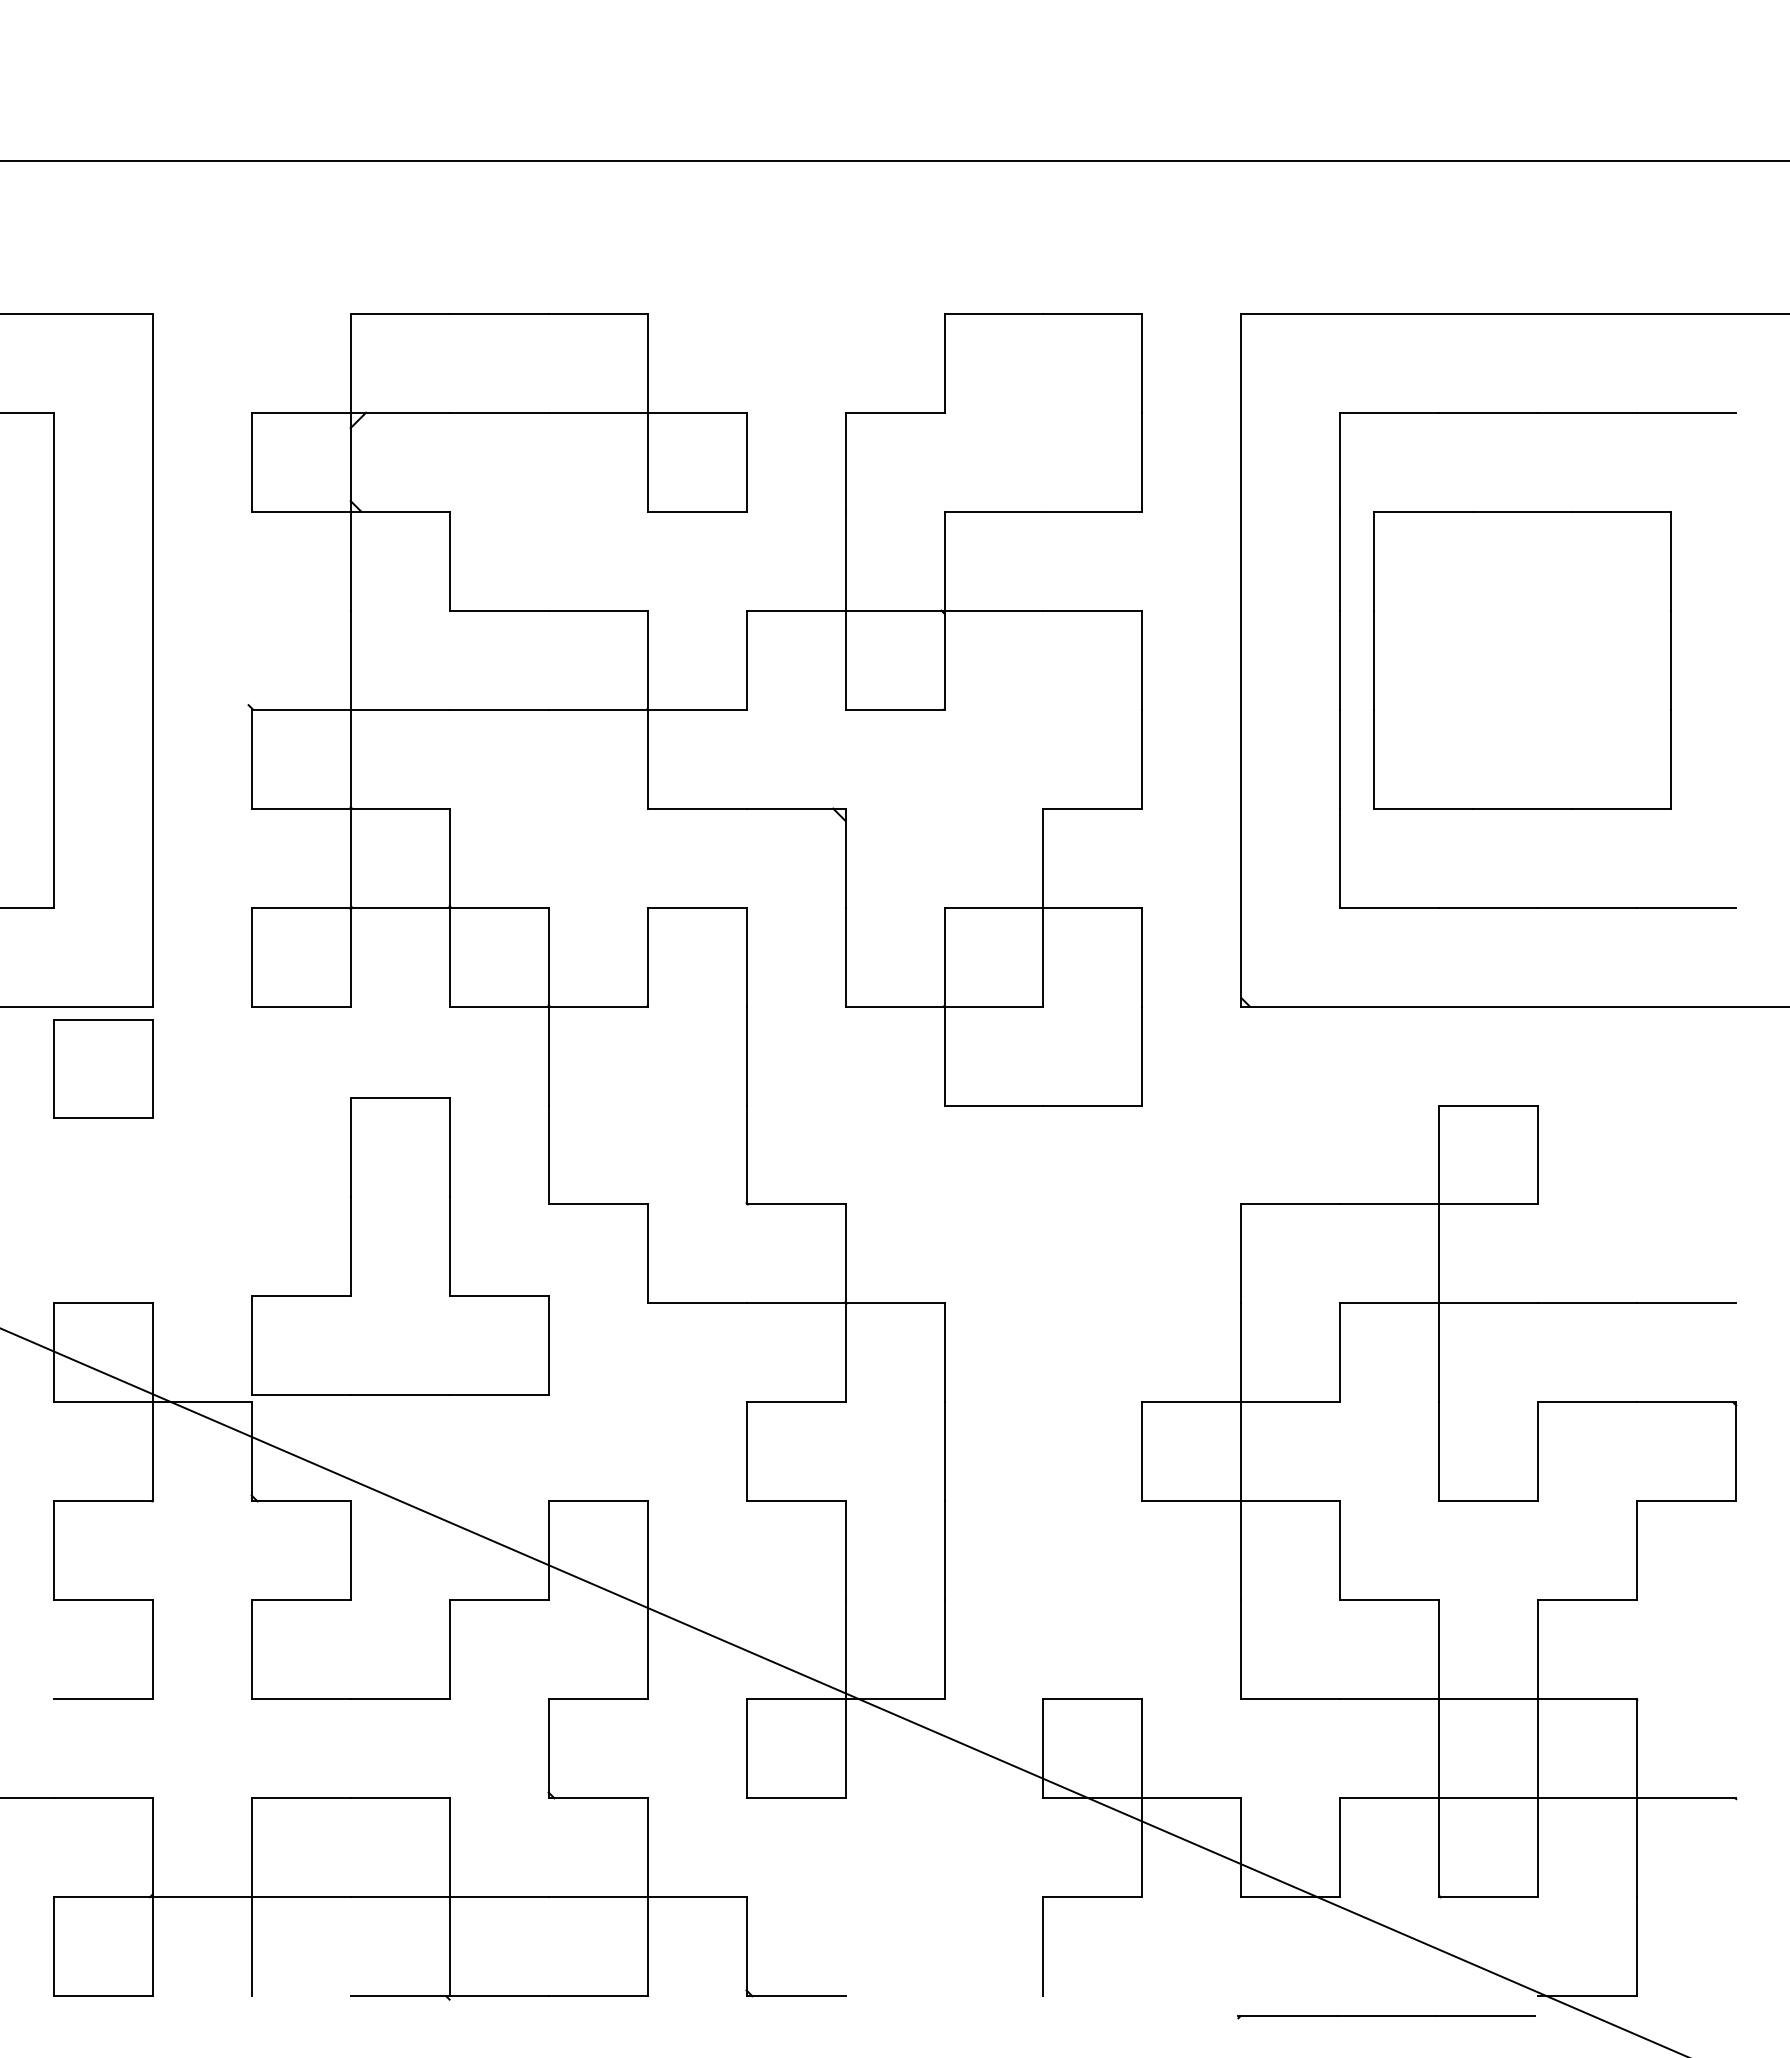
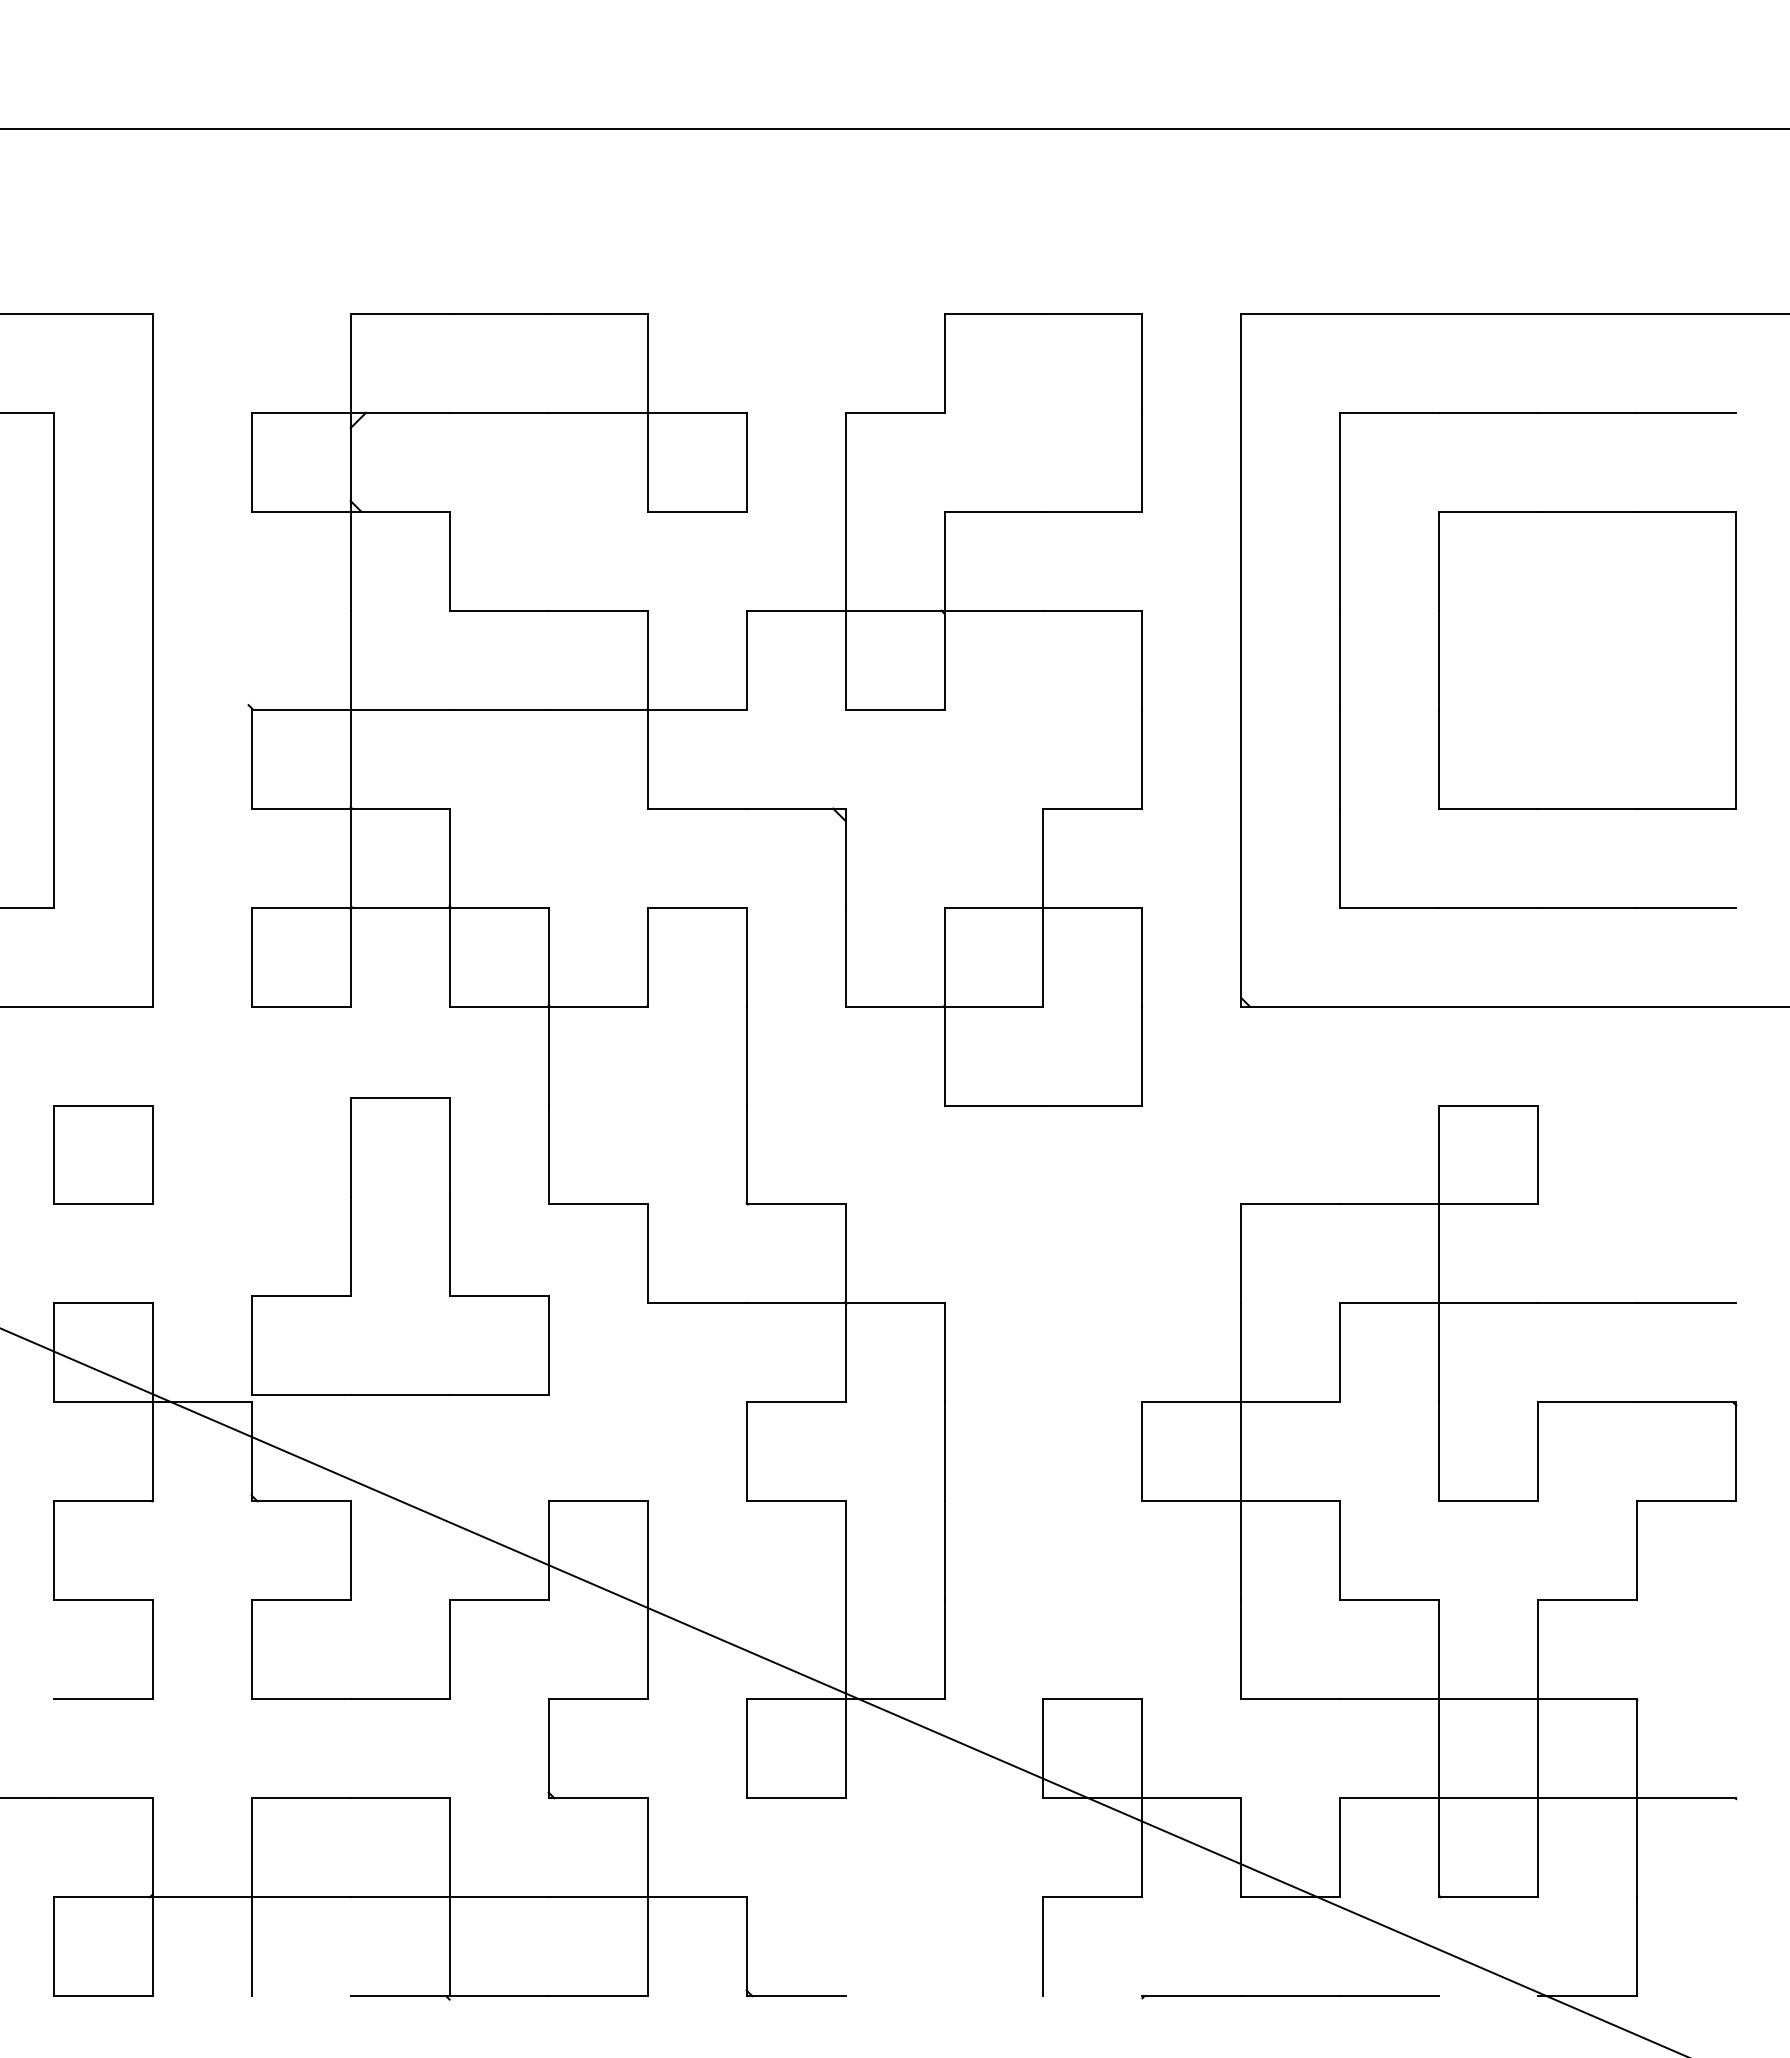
line at (894, 160) position: (894, 160) -> (894, 128)
part at (1522, 660) position: (1522, 660) -> (1587, 660)
part at (103, 1068) position: (103, 1068) -> (103, 1154)
part at (1386, 2017) position: (1386, 2017) -> (1290, 1997)
